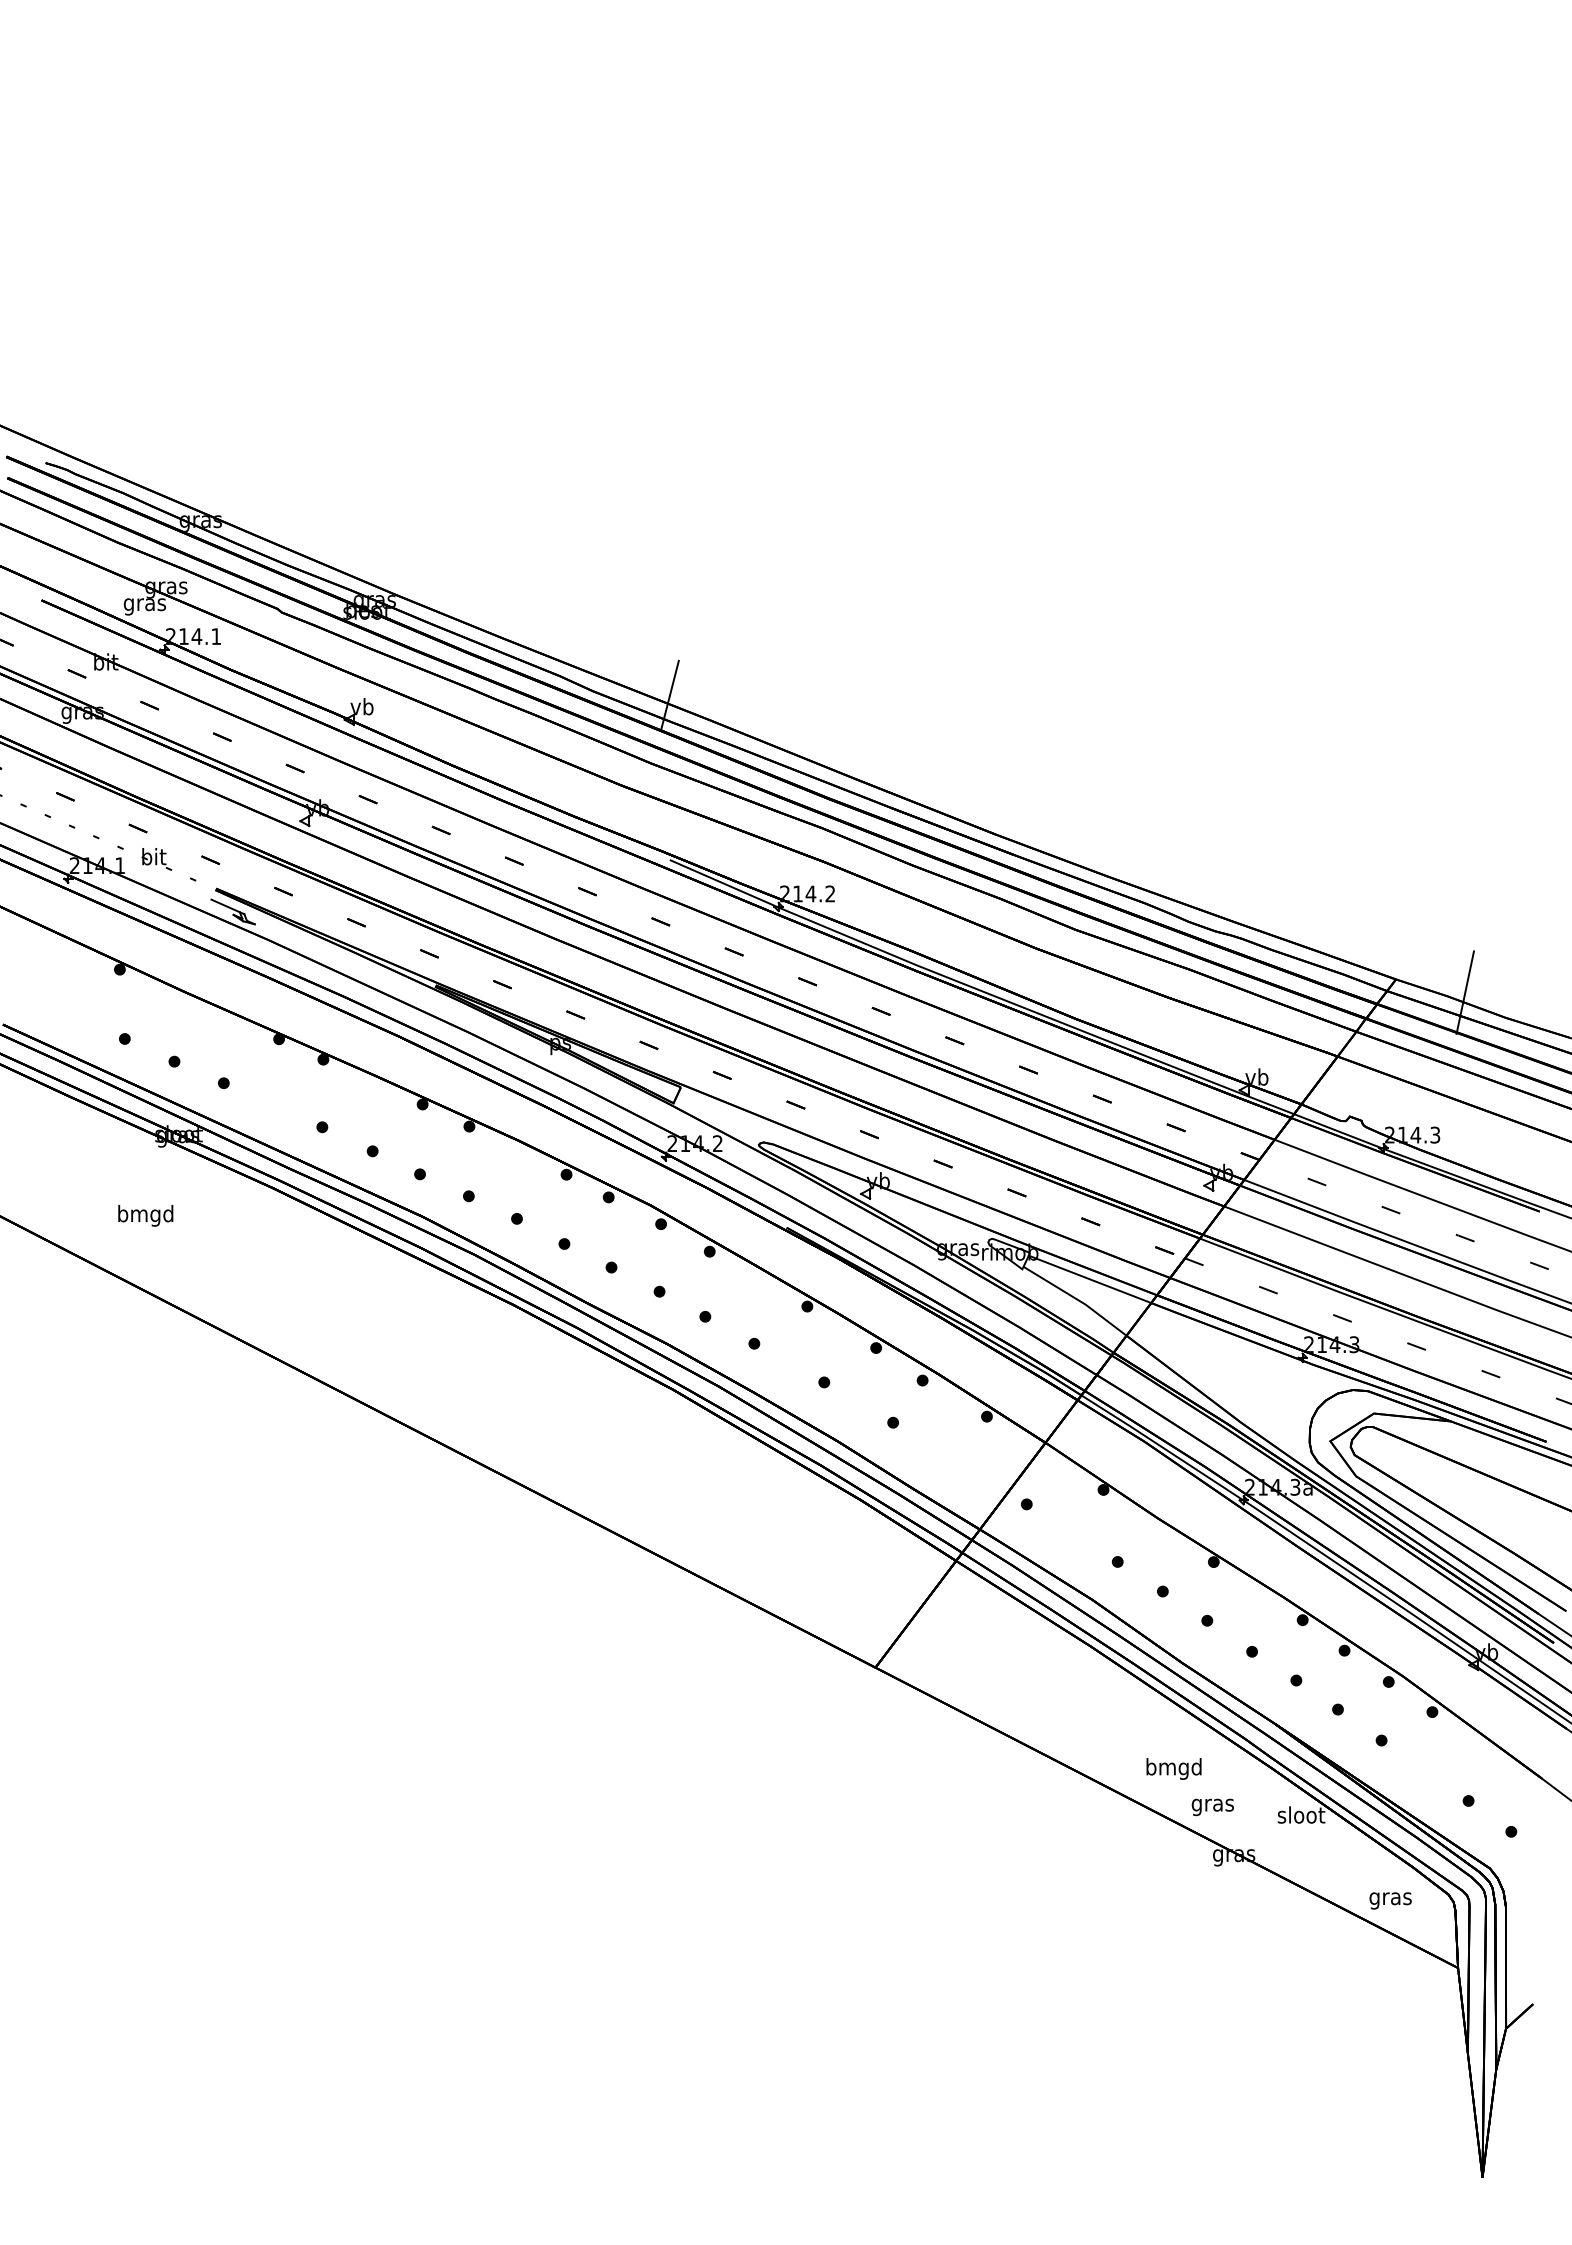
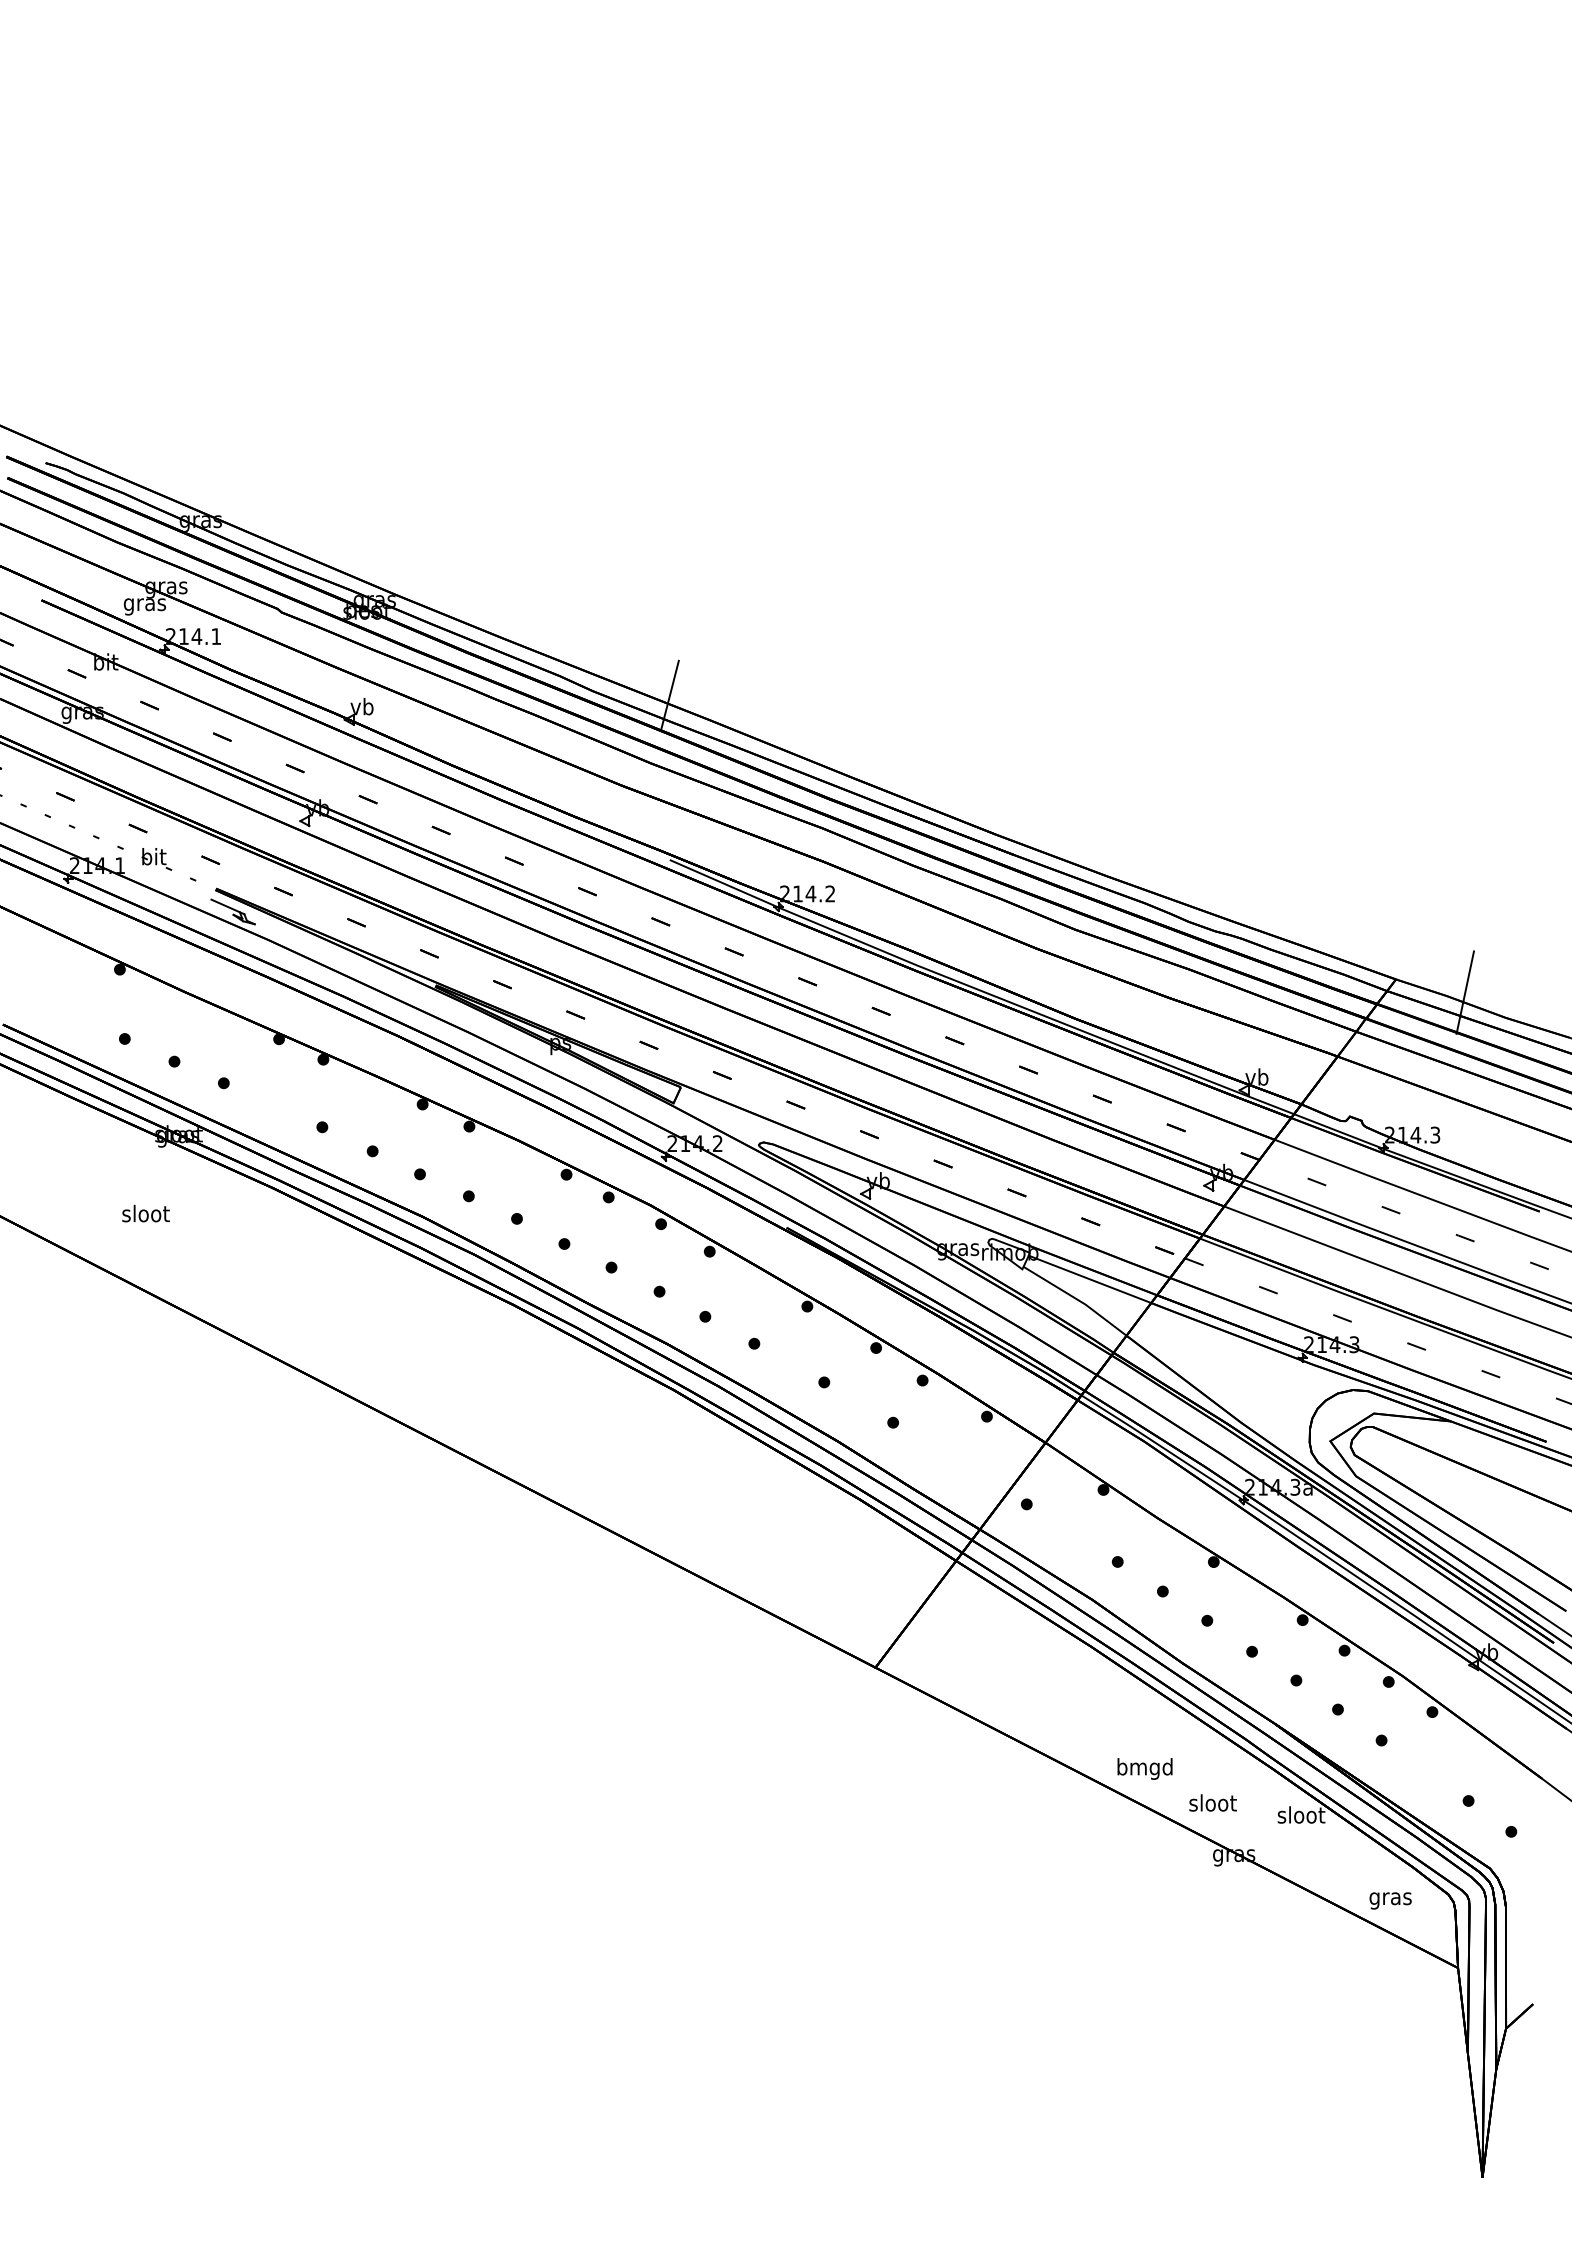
text at (145, 1215): bmgd -> sloot
text at (1173, 1768) position: (1173, 1768) -> (1144, 1768)
text at (1212, 1805): gras -> sloot
